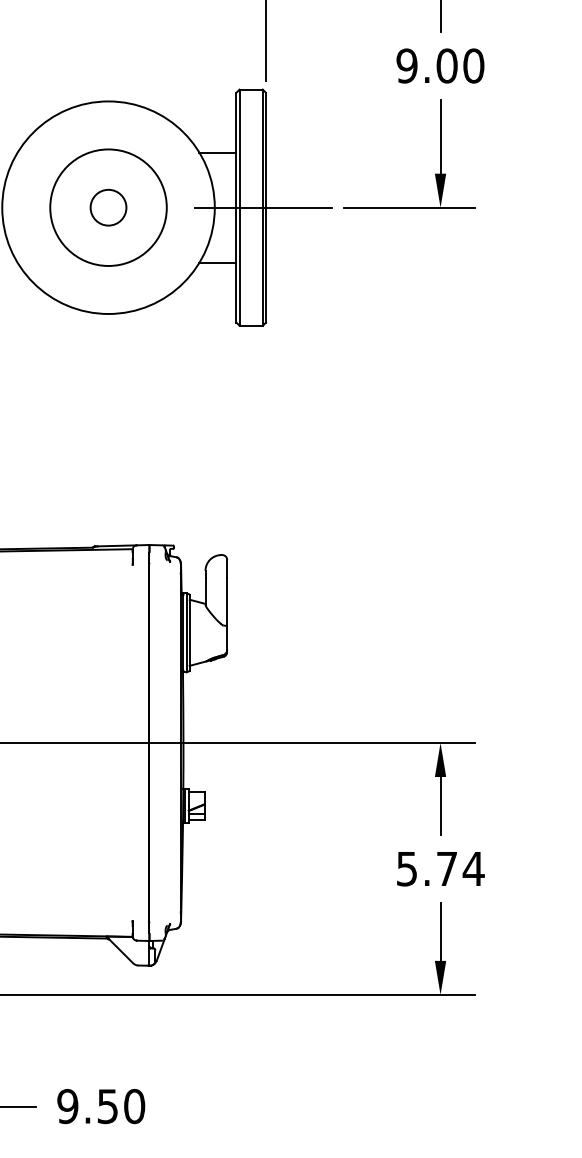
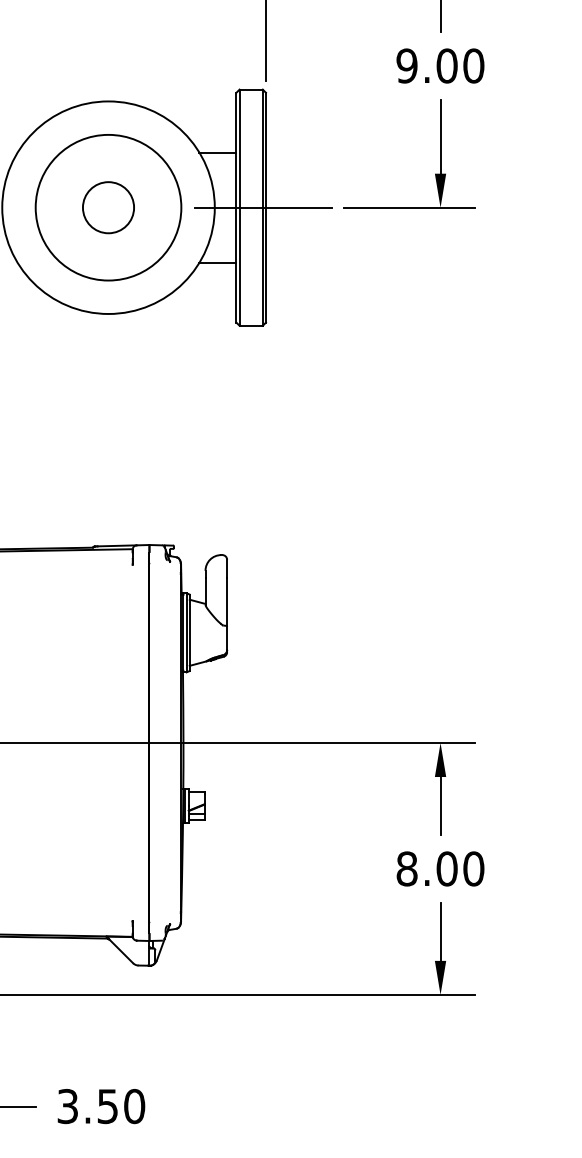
circle at (108, 207) diameter: 117 px -> 146 px
circle at (108, 207) diameter: 36 px -> 51 px
text at (440, 868): 5.74 -> 8.00
text at (67, 1106): 9.50 -> 3.50
